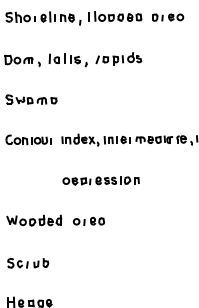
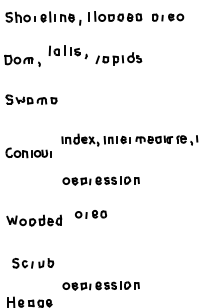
part at (67, 60) position: (67, 60) -> (67, 52)
part at (28, 139) position: (28, 139) -> (28, 152)
part at (88, 221) position: (88, 221) -> (90, 214)
part at (28, 263) position: (28, 263) -> (33, 263)
part at (100, 285): none -> present
